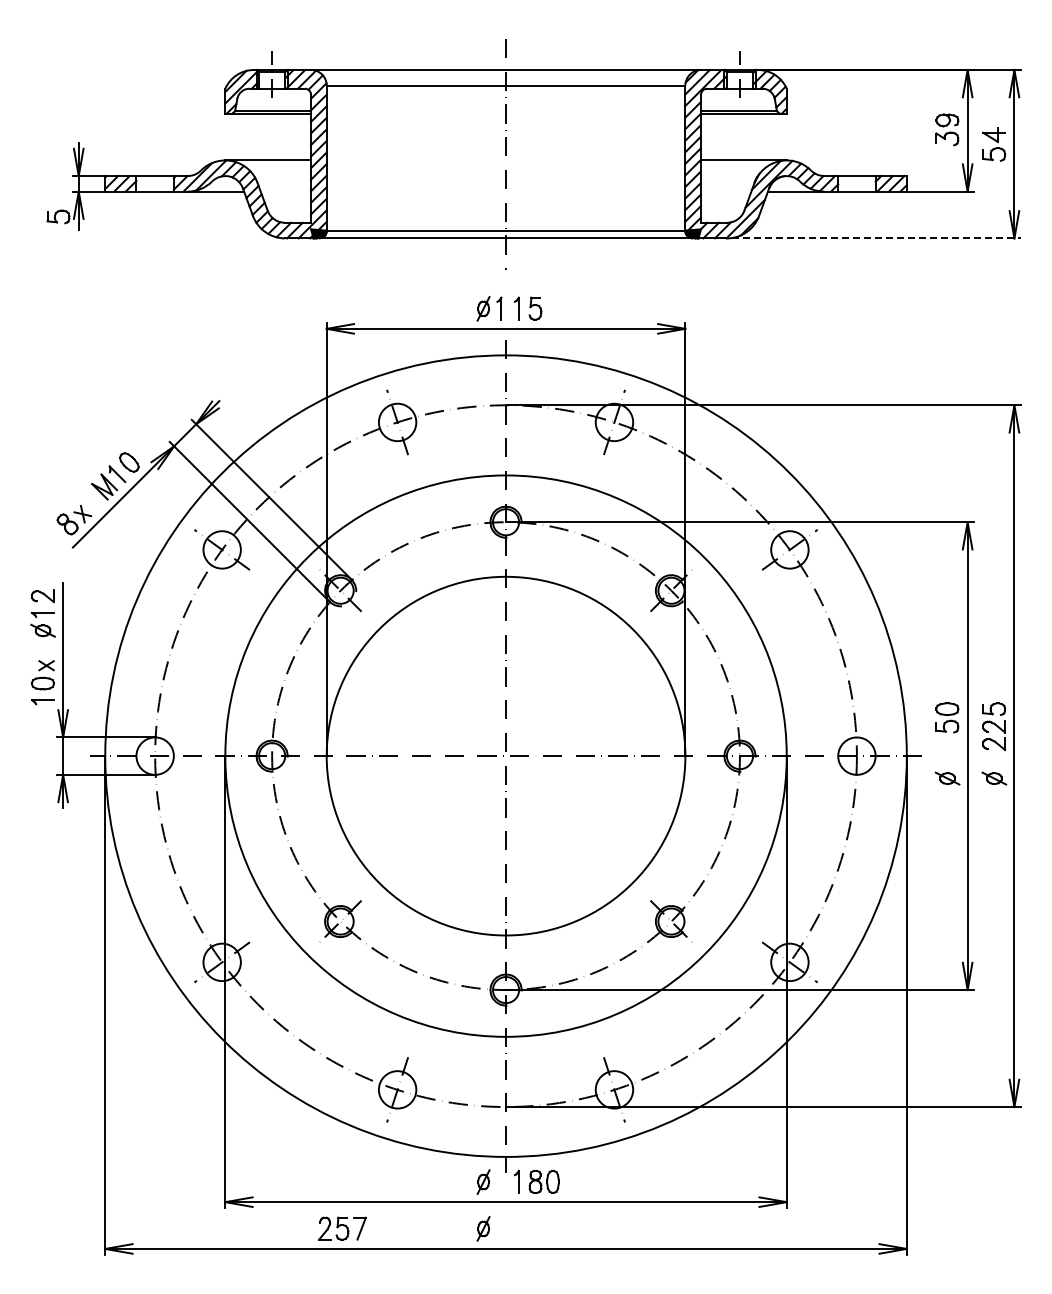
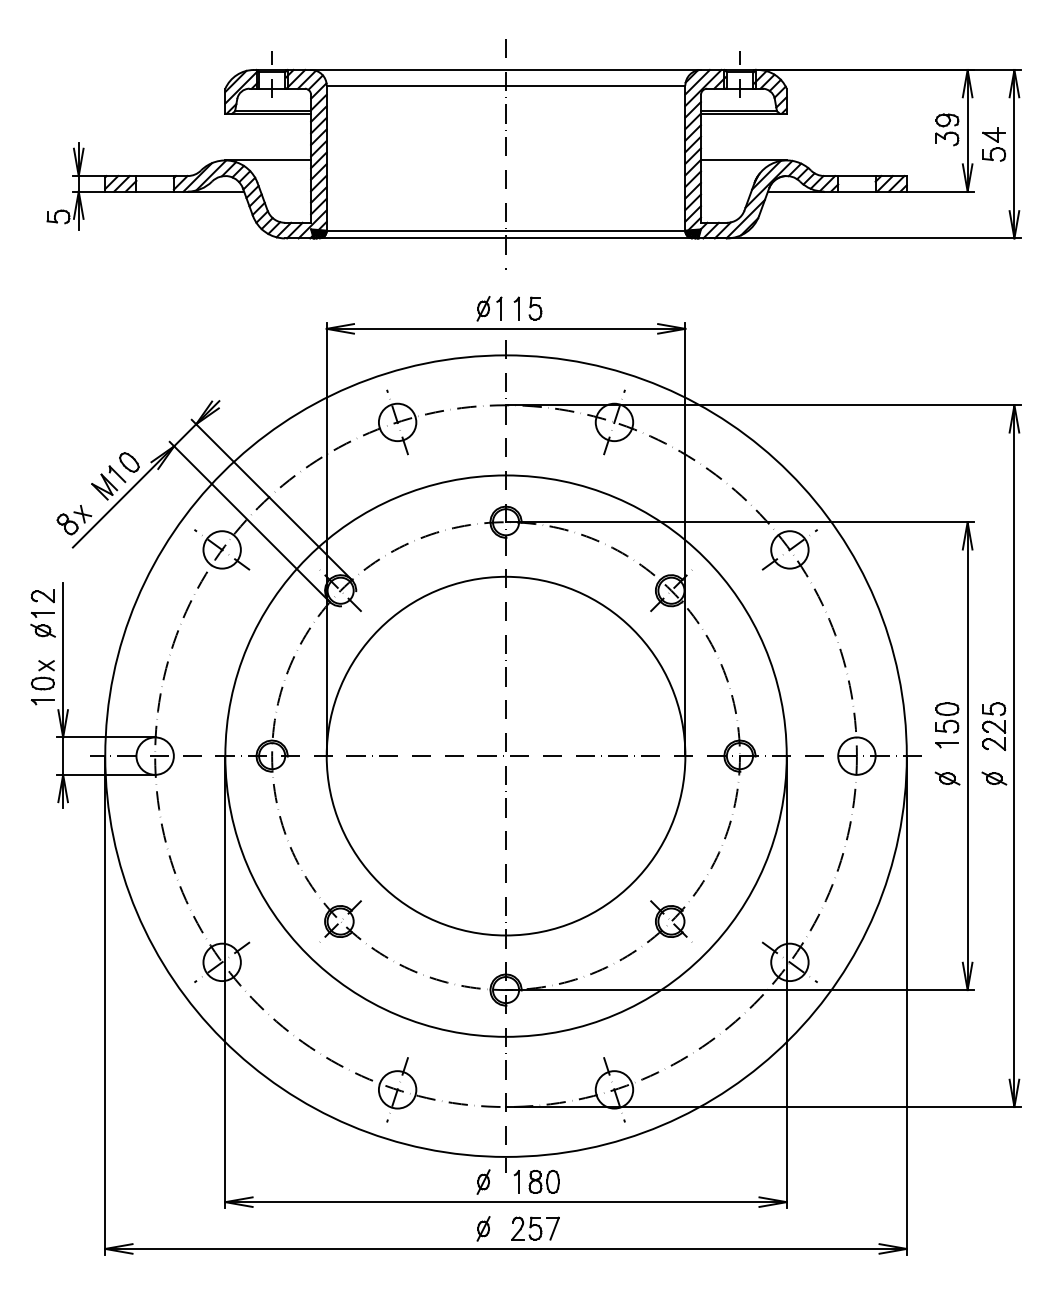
line at (865, 238): dashed -> solid
part at (946, 745): none -> present
part at (342, 1228) position: (342, 1228) -> (535, 1228)
